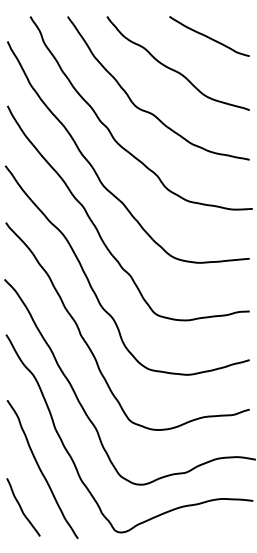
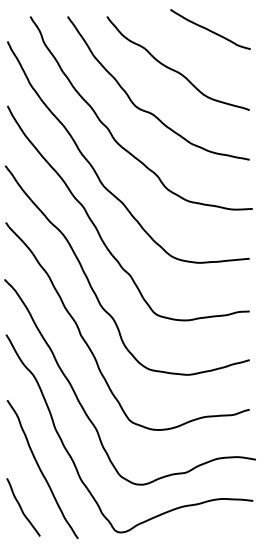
curve at (208, 36) position: (208, 36) -> (209, 29)
